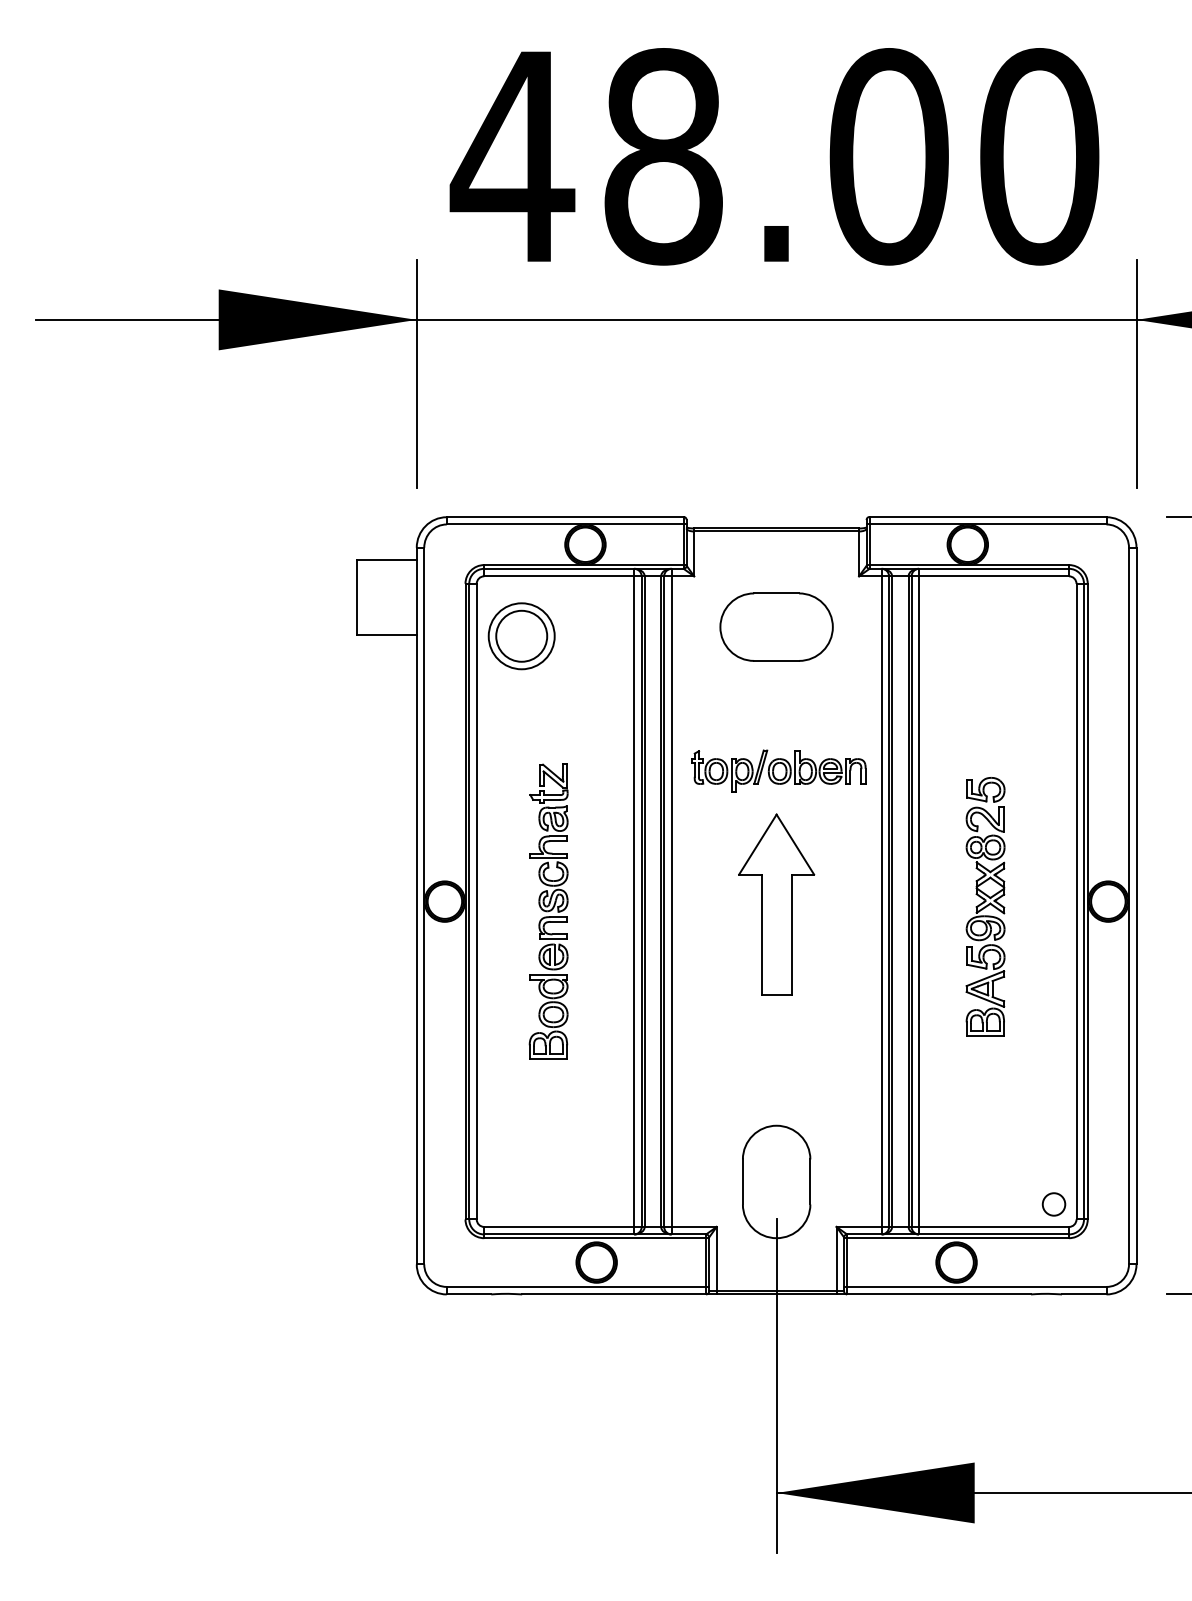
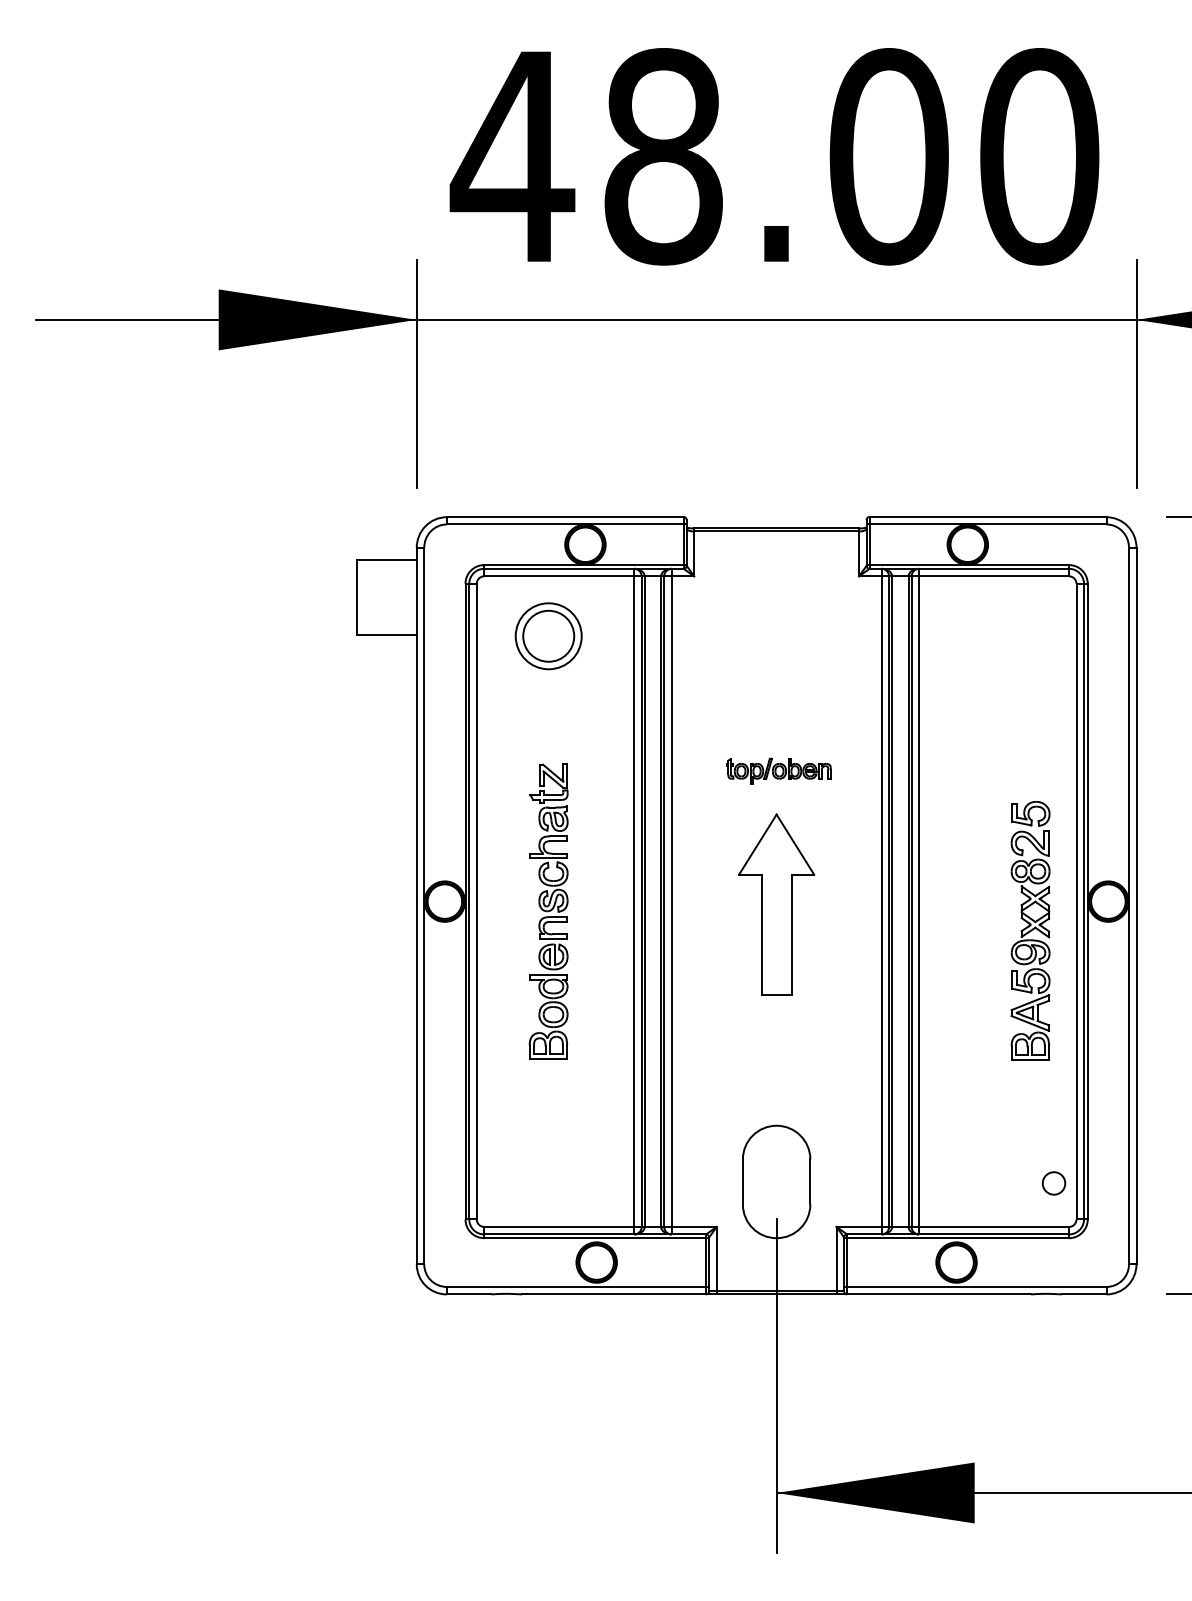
part at (776, 626): present -> none
part at (521, 636) position: (521, 636) -> (548, 636)
part at (778, 770) size: 176x44 px -> 106x28 px
part at (985, 906) position: (985, 906) -> (1030, 930)
circle at (1053, 1204) position: (1053, 1204) -> (1053, 1183)
